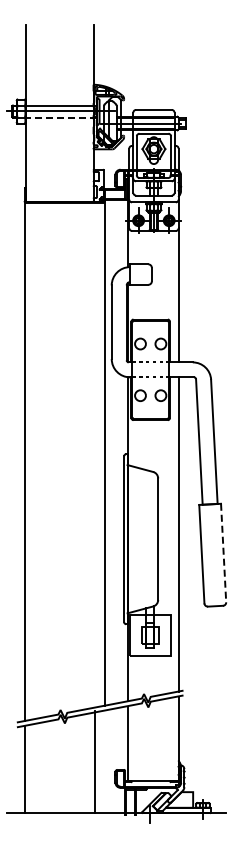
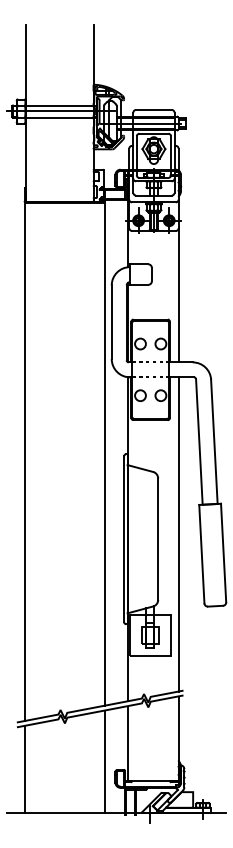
line at (61, 117): dashed -> solid
line at (223, 553): dashed -> solid
line at (94, 761) position: (94, 761) -> (104, 761)
